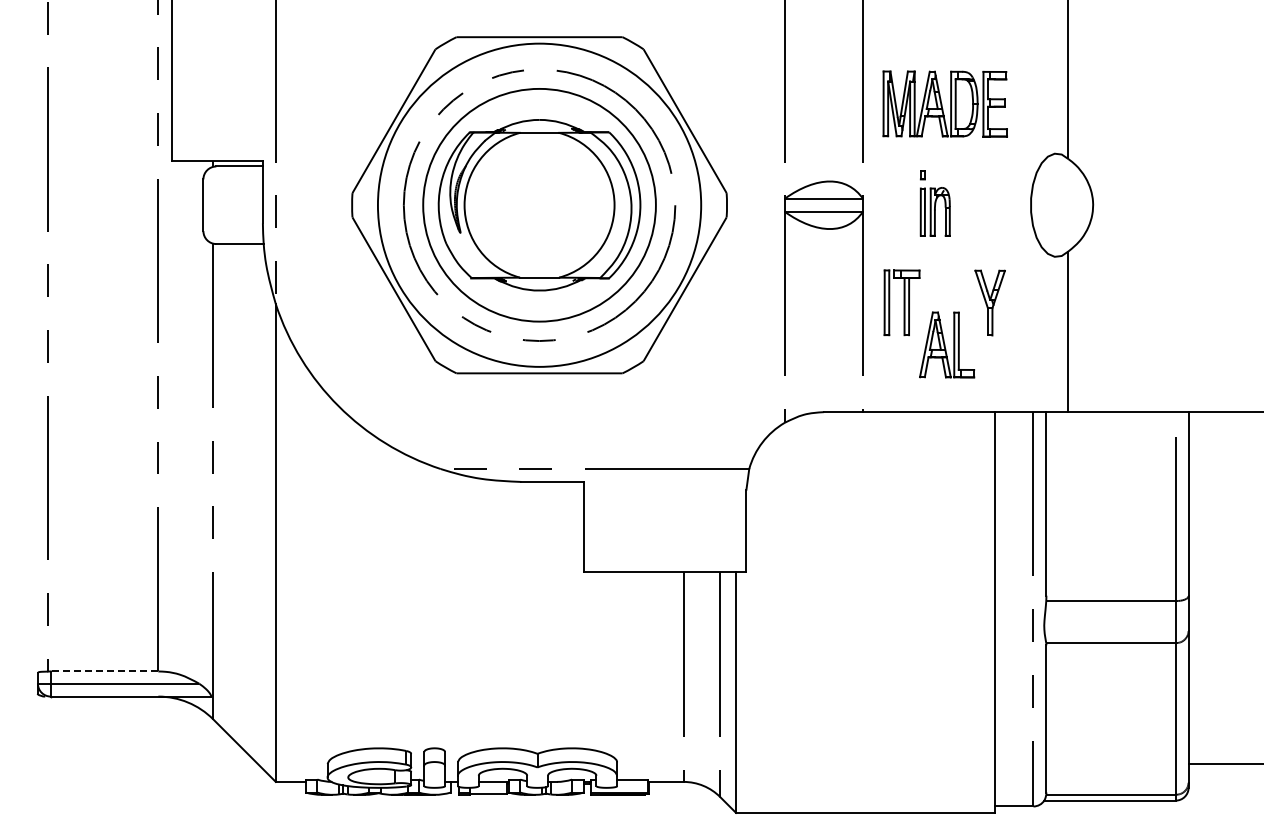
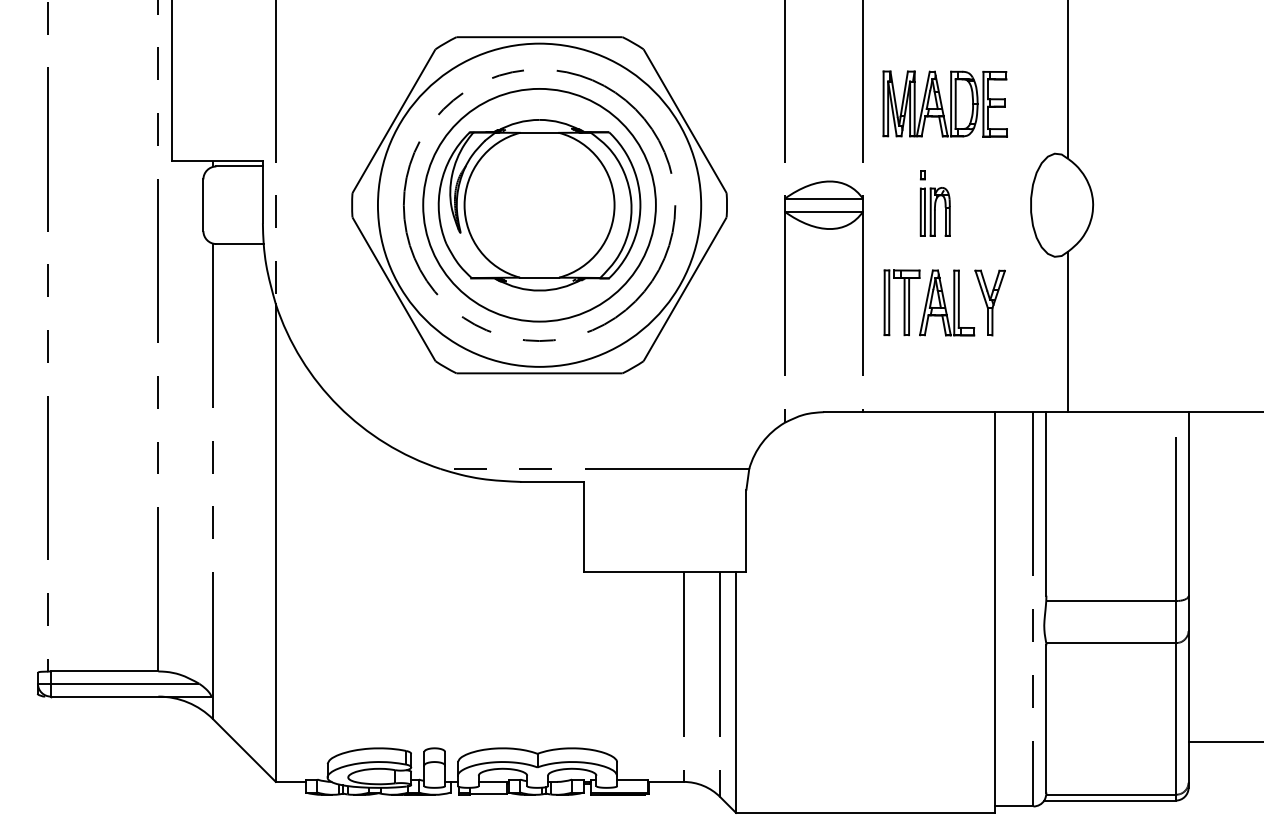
part at (947, 344) position: (947, 344) -> (947, 302)
line at (104, 671): dashed -> solid
line at (1224, 763) position: (1224, 763) -> (1224, 741)
